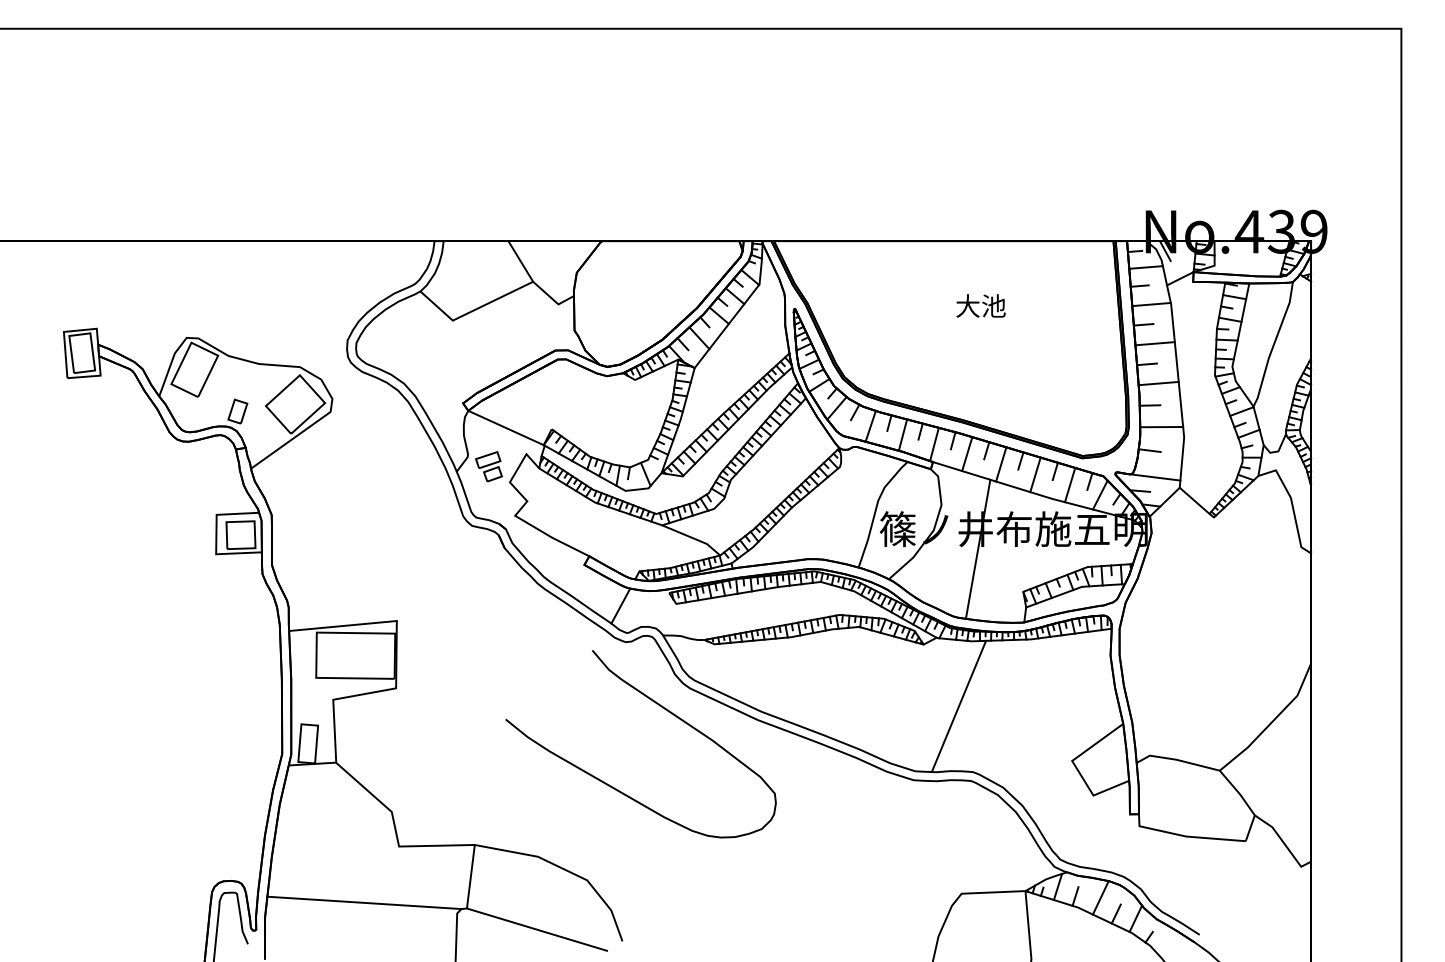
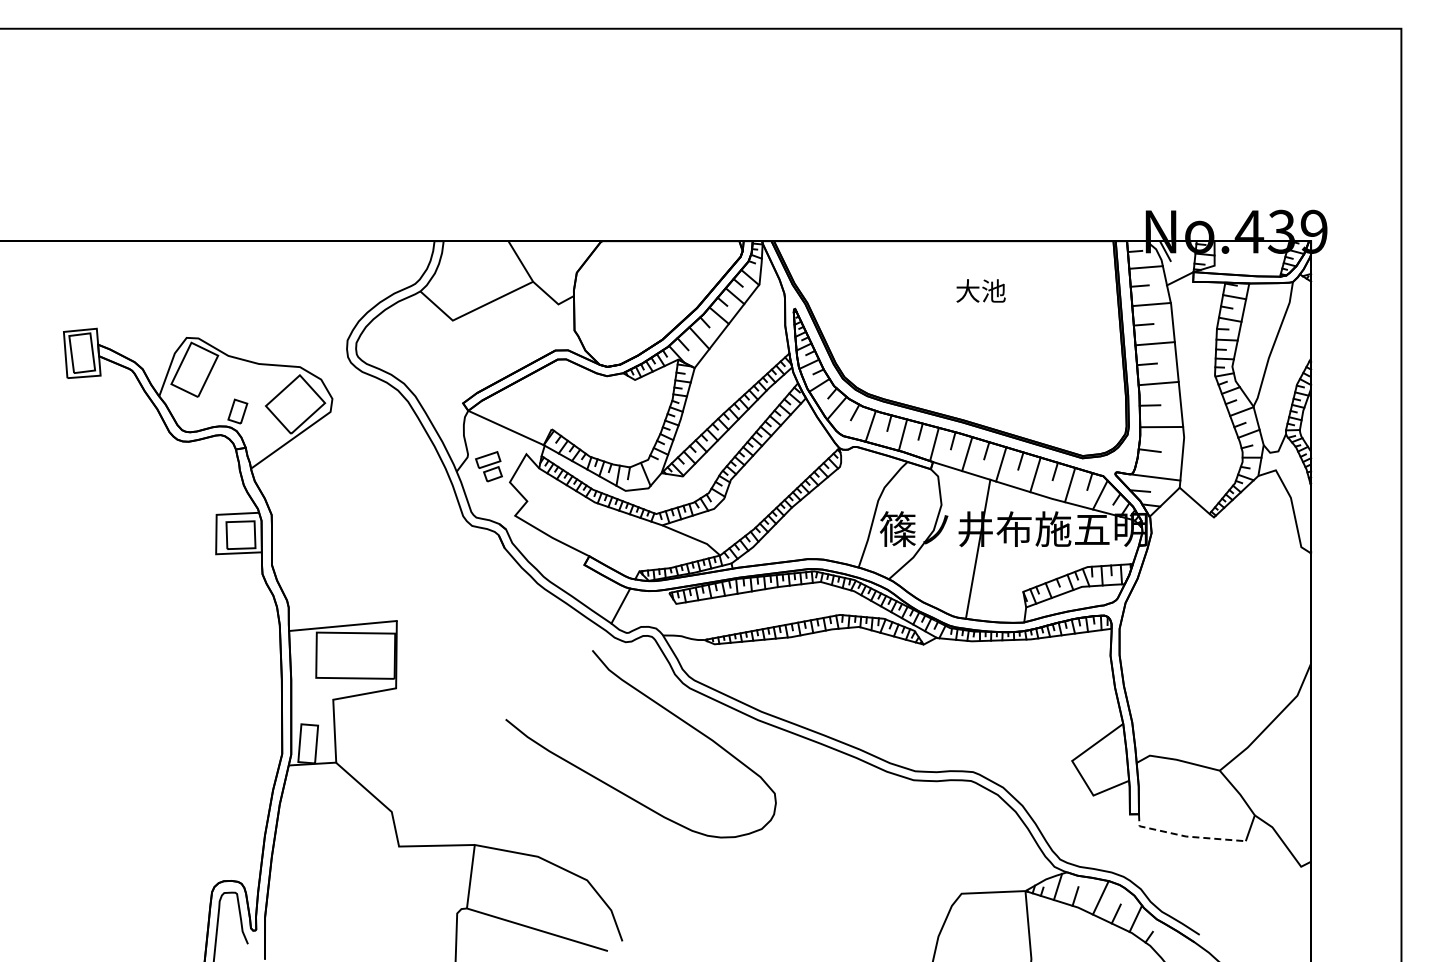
text at (980, 305) position: (980, 305) -> (980, 290)
line at (958, 706): present -> none
line at (1186, 836): solid -> dashed
line at (364, 902): present -> none
